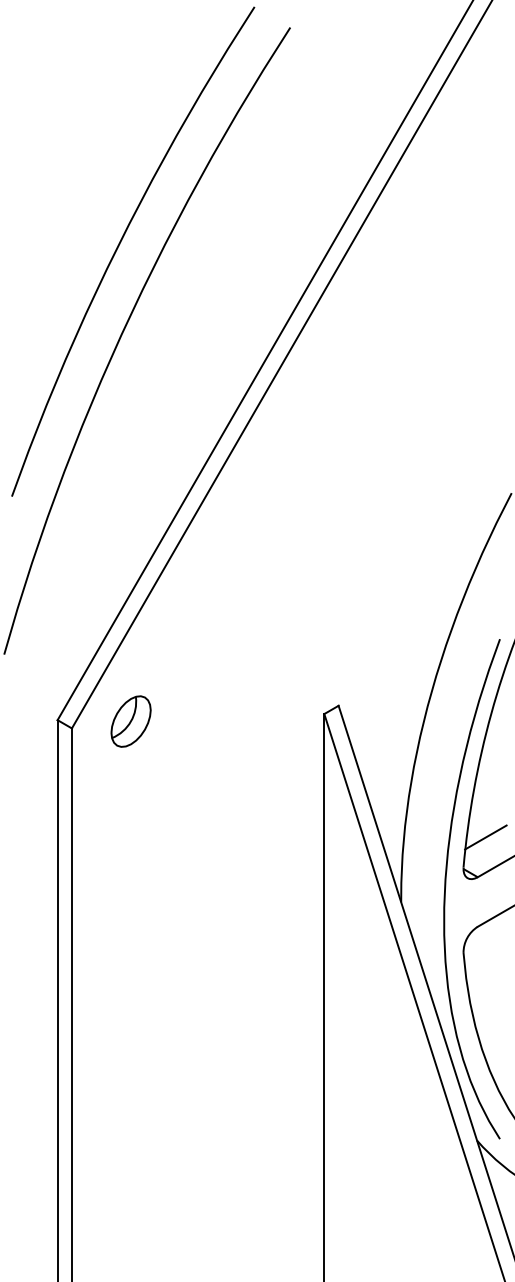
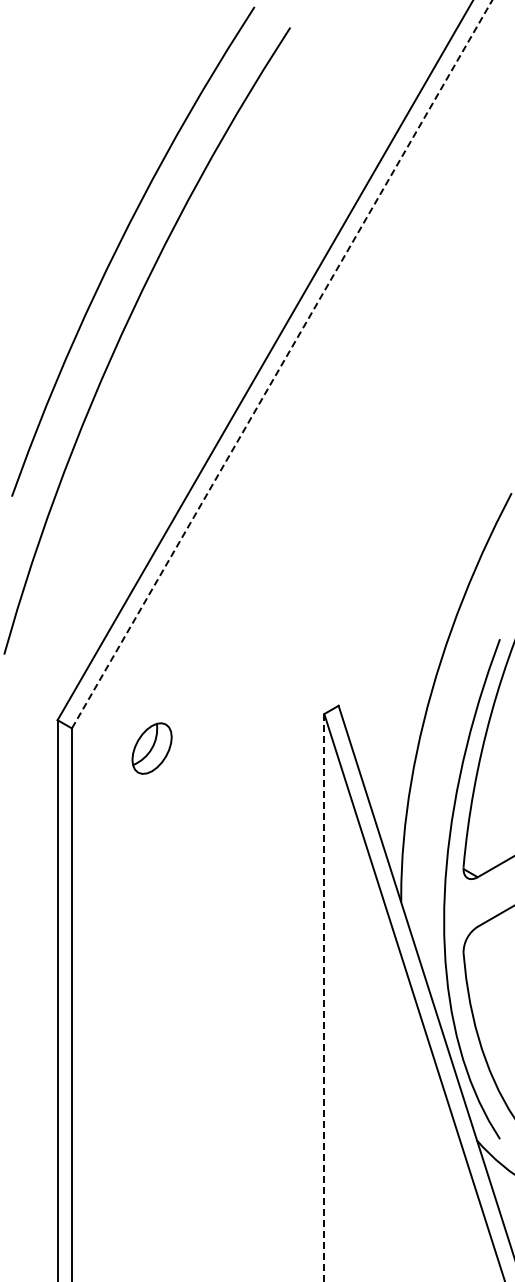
line at (281, 365): solid -> dashed
part at (130, 721) position: (130, 721) -> (151, 748)
line at (485, 837): present -> none
line at (324, 998): solid -> dashed
